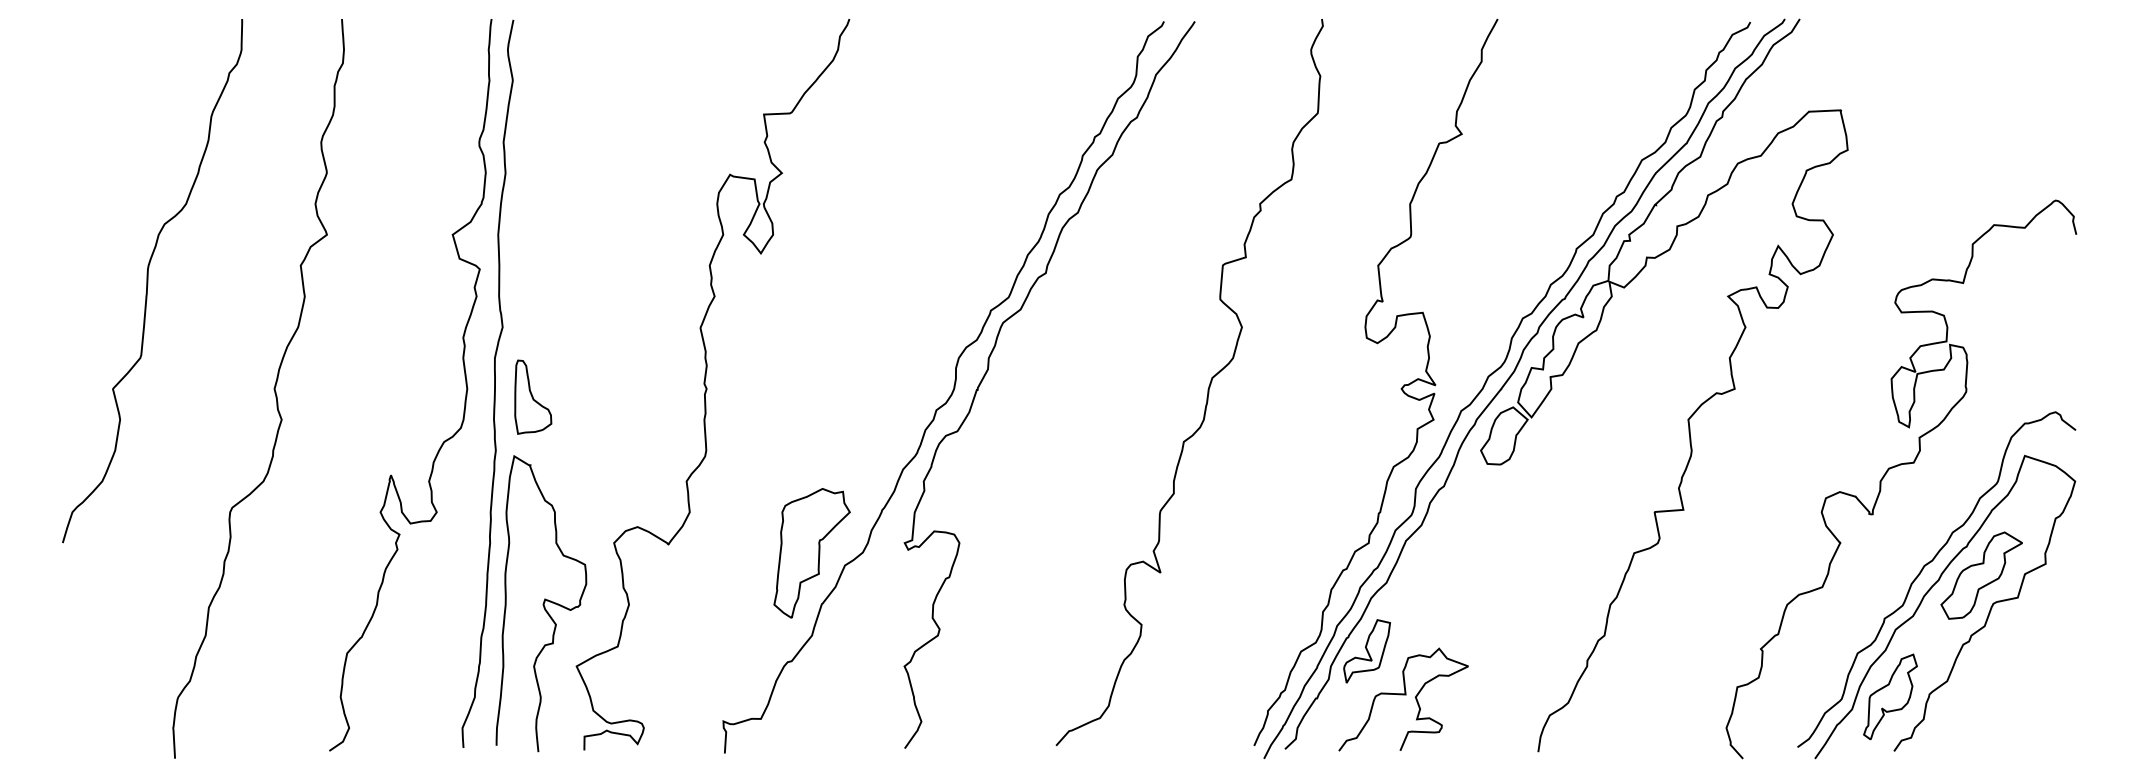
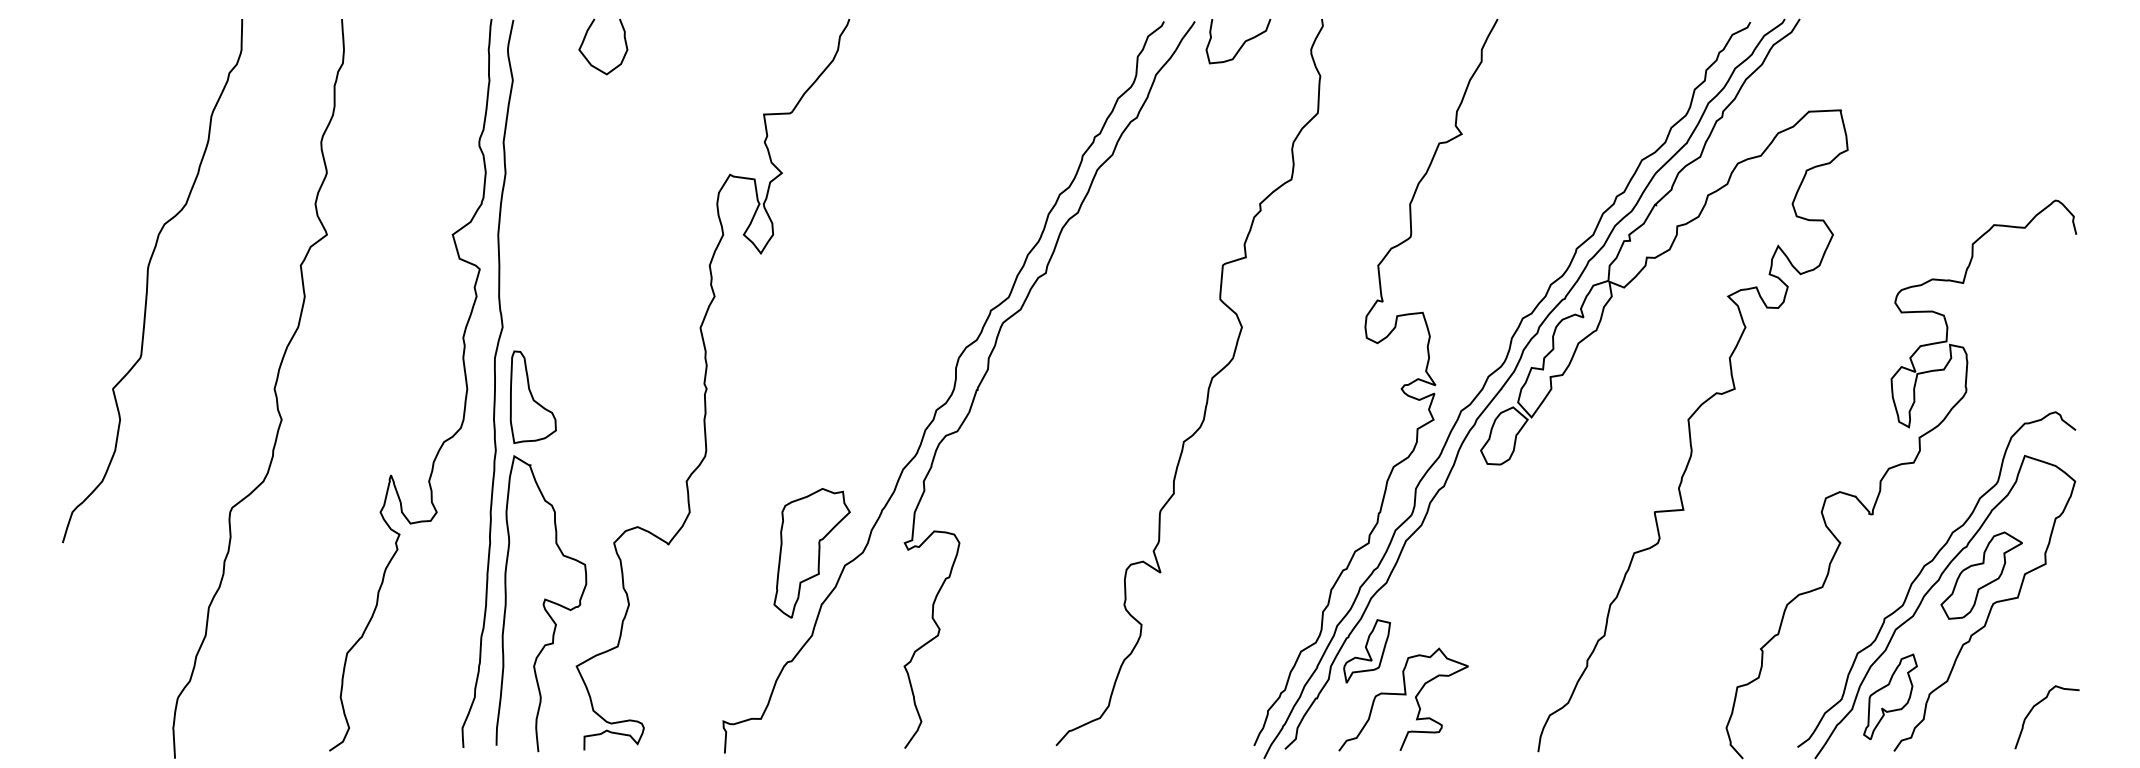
curve at (584, 41): none -> present
curve at (1242, 43): none -> present
part at (533, 396) size: 39x76 px -> 48x94 px
curve at (2038, 704): none -> present
